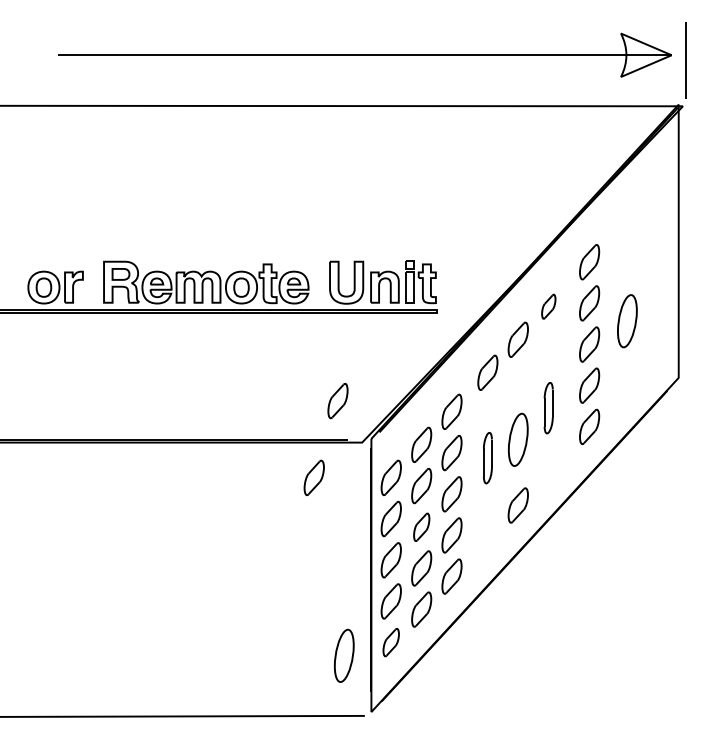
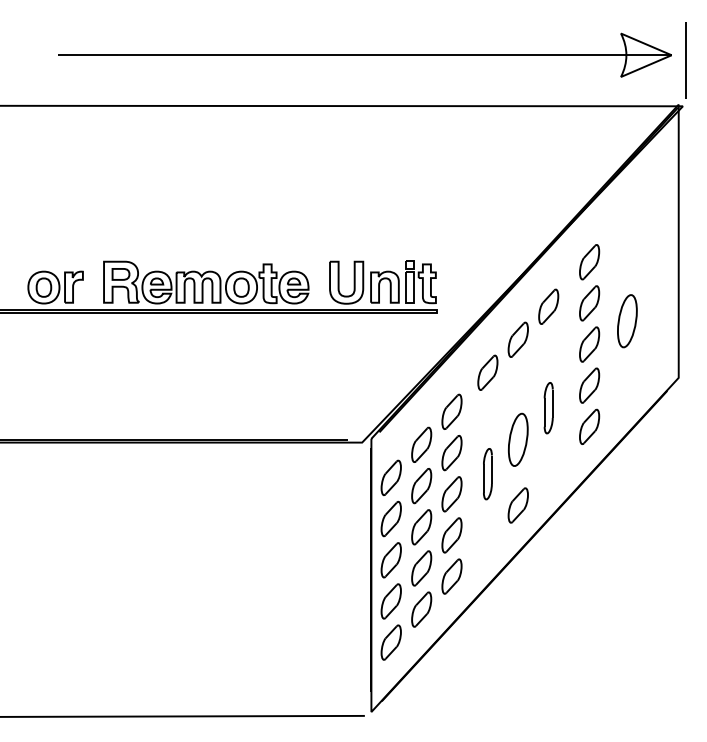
part at (548, 306) size: 16x27 px -> 22x37 px
part at (337, 401): present -> none
part at (487, 458) position: (487, 458) -> (487, 474)
part at (313, 477): present -> none
part at (421, 526) size: 18x30 px -> 22x37 px
part at (390, 642) size: 18x30 px -> 22x37 px
part at (343, 655): present -> none
